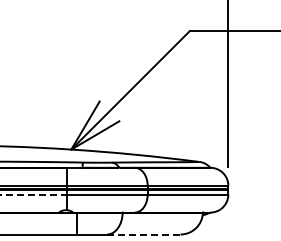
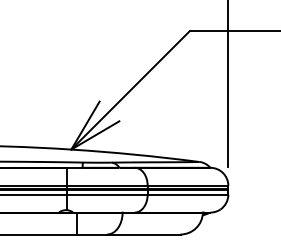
line at (34, 194): dashed -> solid
line at (143, 234): dashed -> solid
